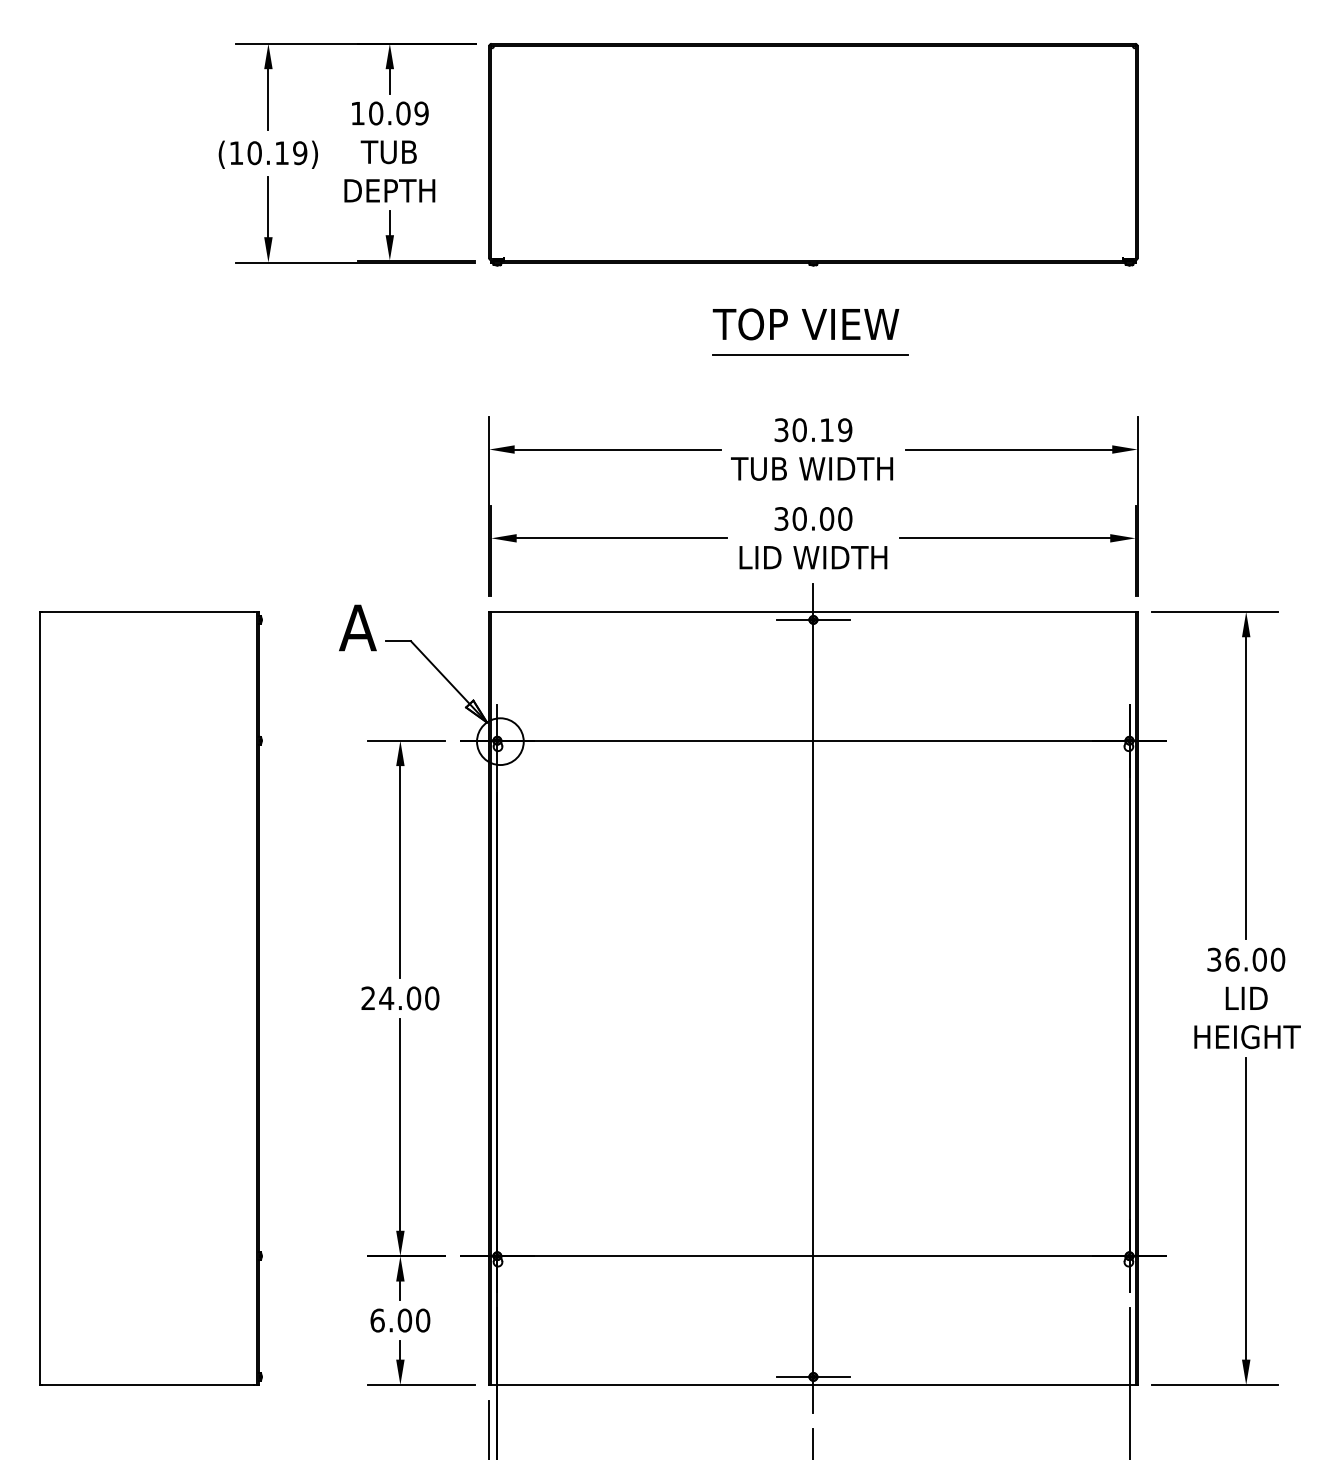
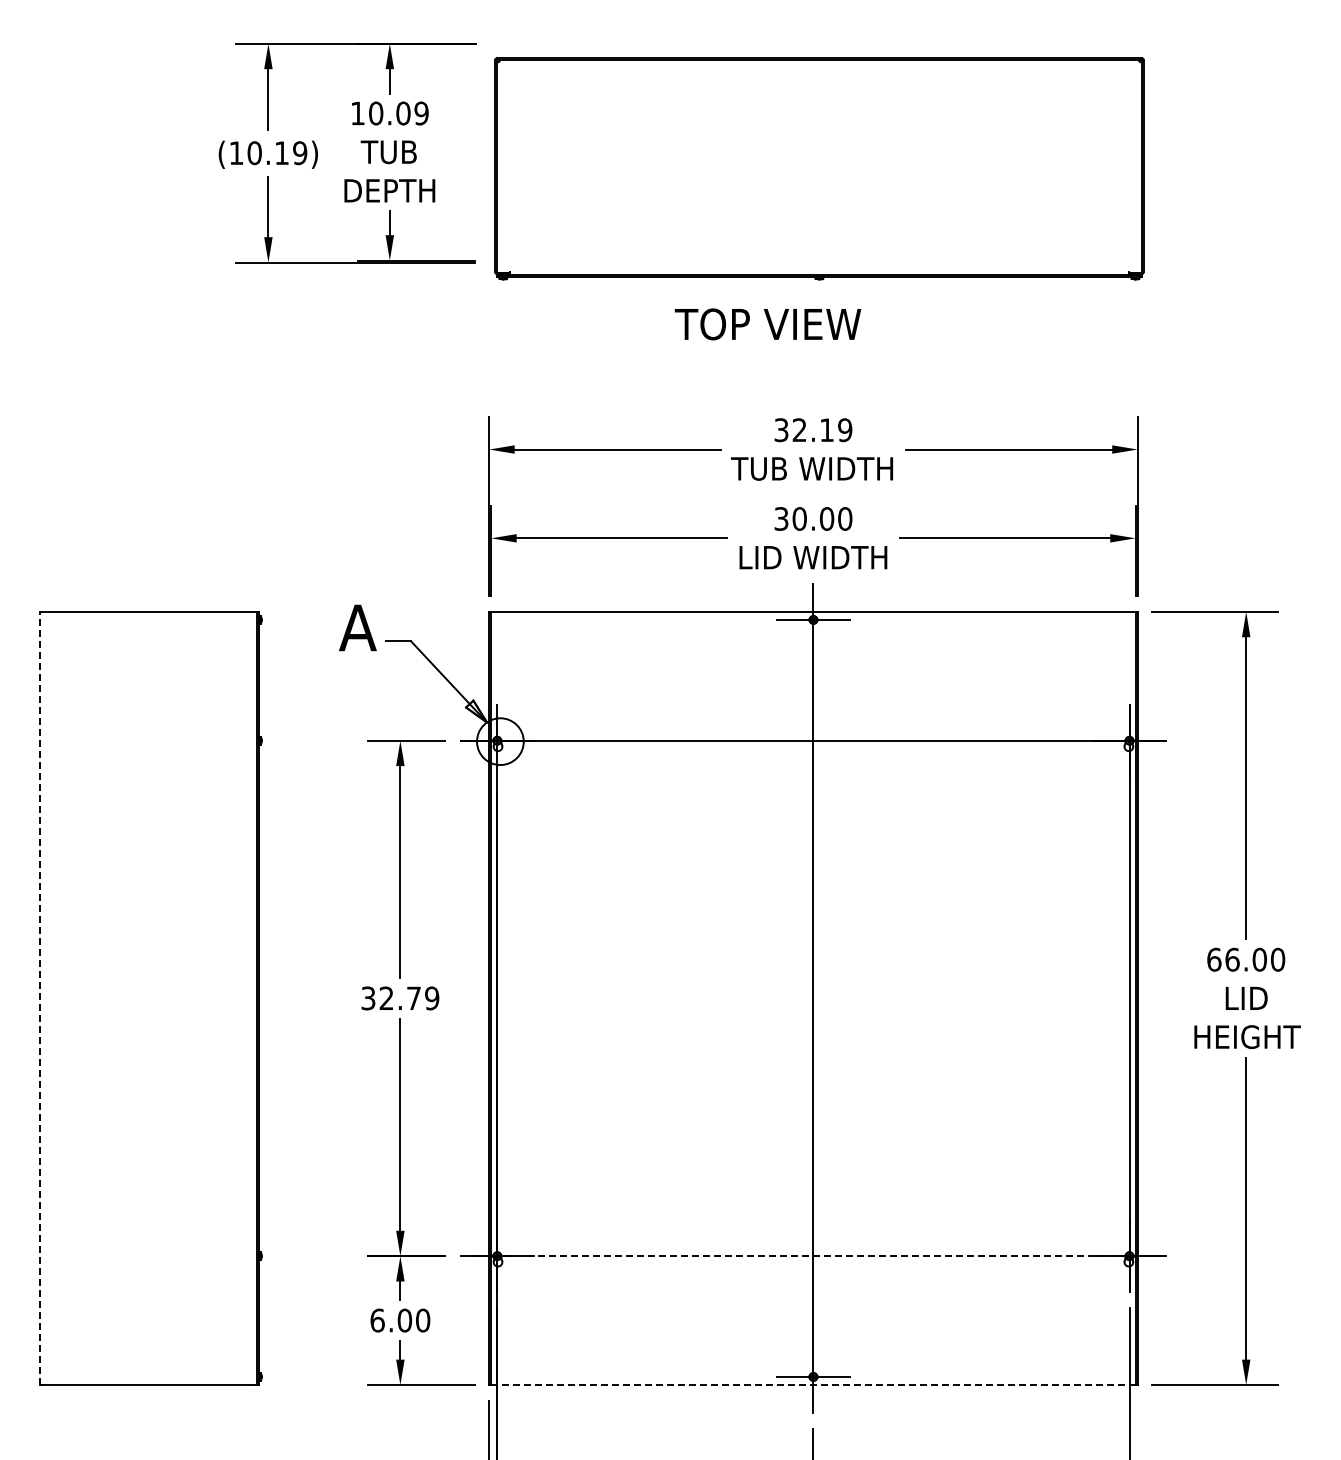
part at (813, 154) position: (813, 154) -> (819, 168)
text at (805, 324) position: (805, 324) -> (767, 324)
line at (810, 355): present -> none
text at (799, 430): 30.19 -> 32.19
text at (1214, 959): 36.00 -> 66.00
line at (40, 998): solid -> dashed
text at (400, 998): 24.00 -> 32.79
line at (813, 1256): solid -> dashed
line at (812, 1385): solid -> dashed
